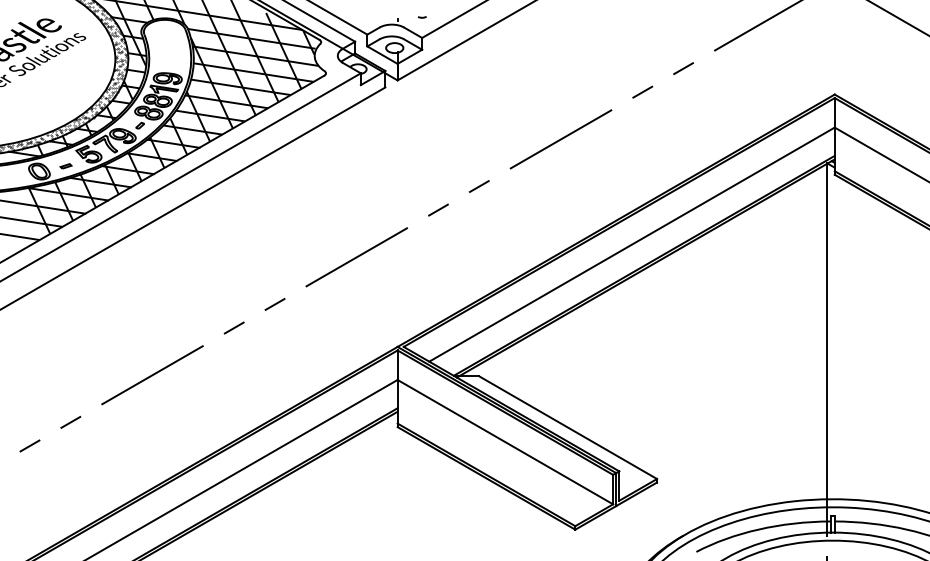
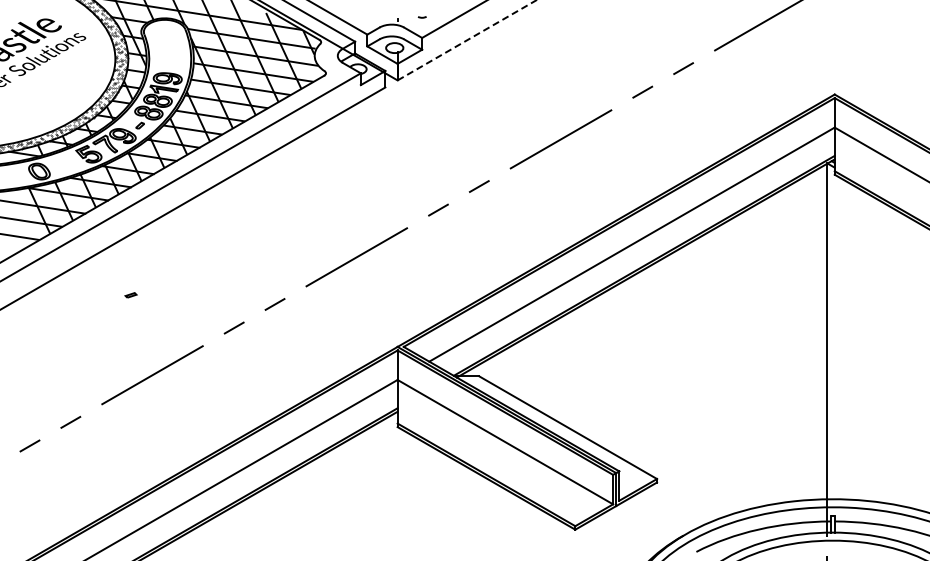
line at (898, 18): present -> none
line at (466, 40): solid -> dashed
part at (65, 166) position: (65, 166) -> (130, 295)
